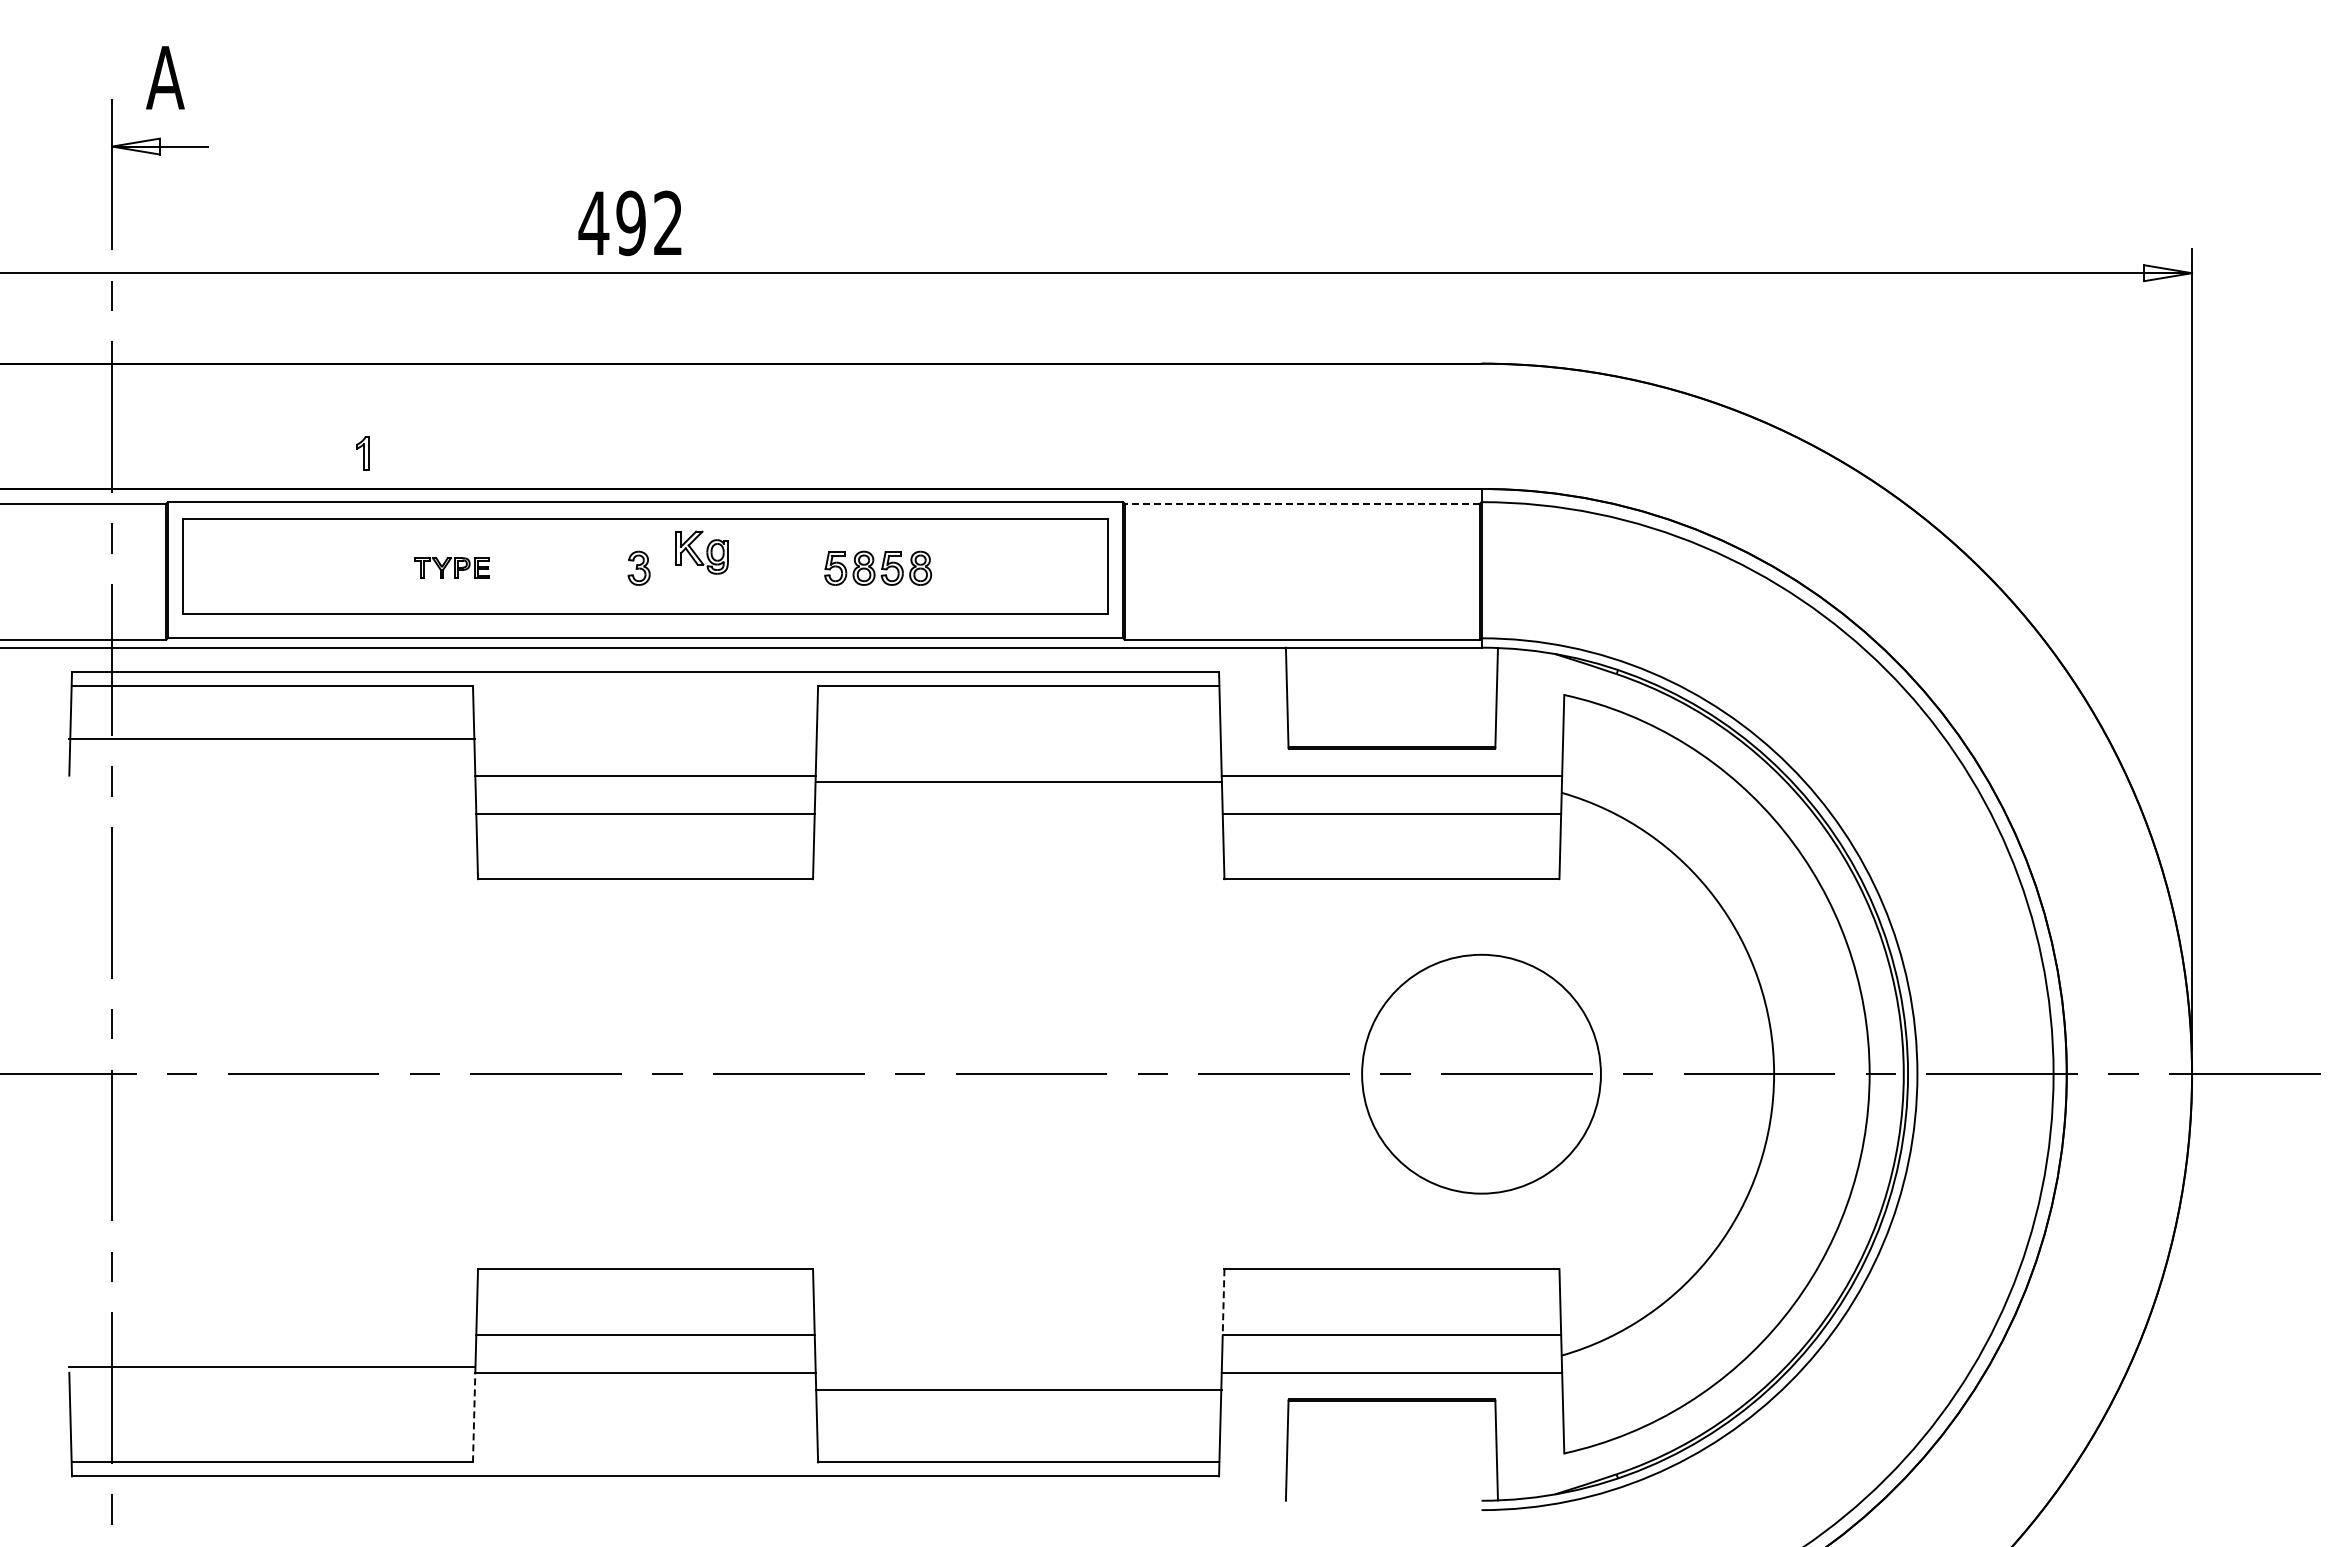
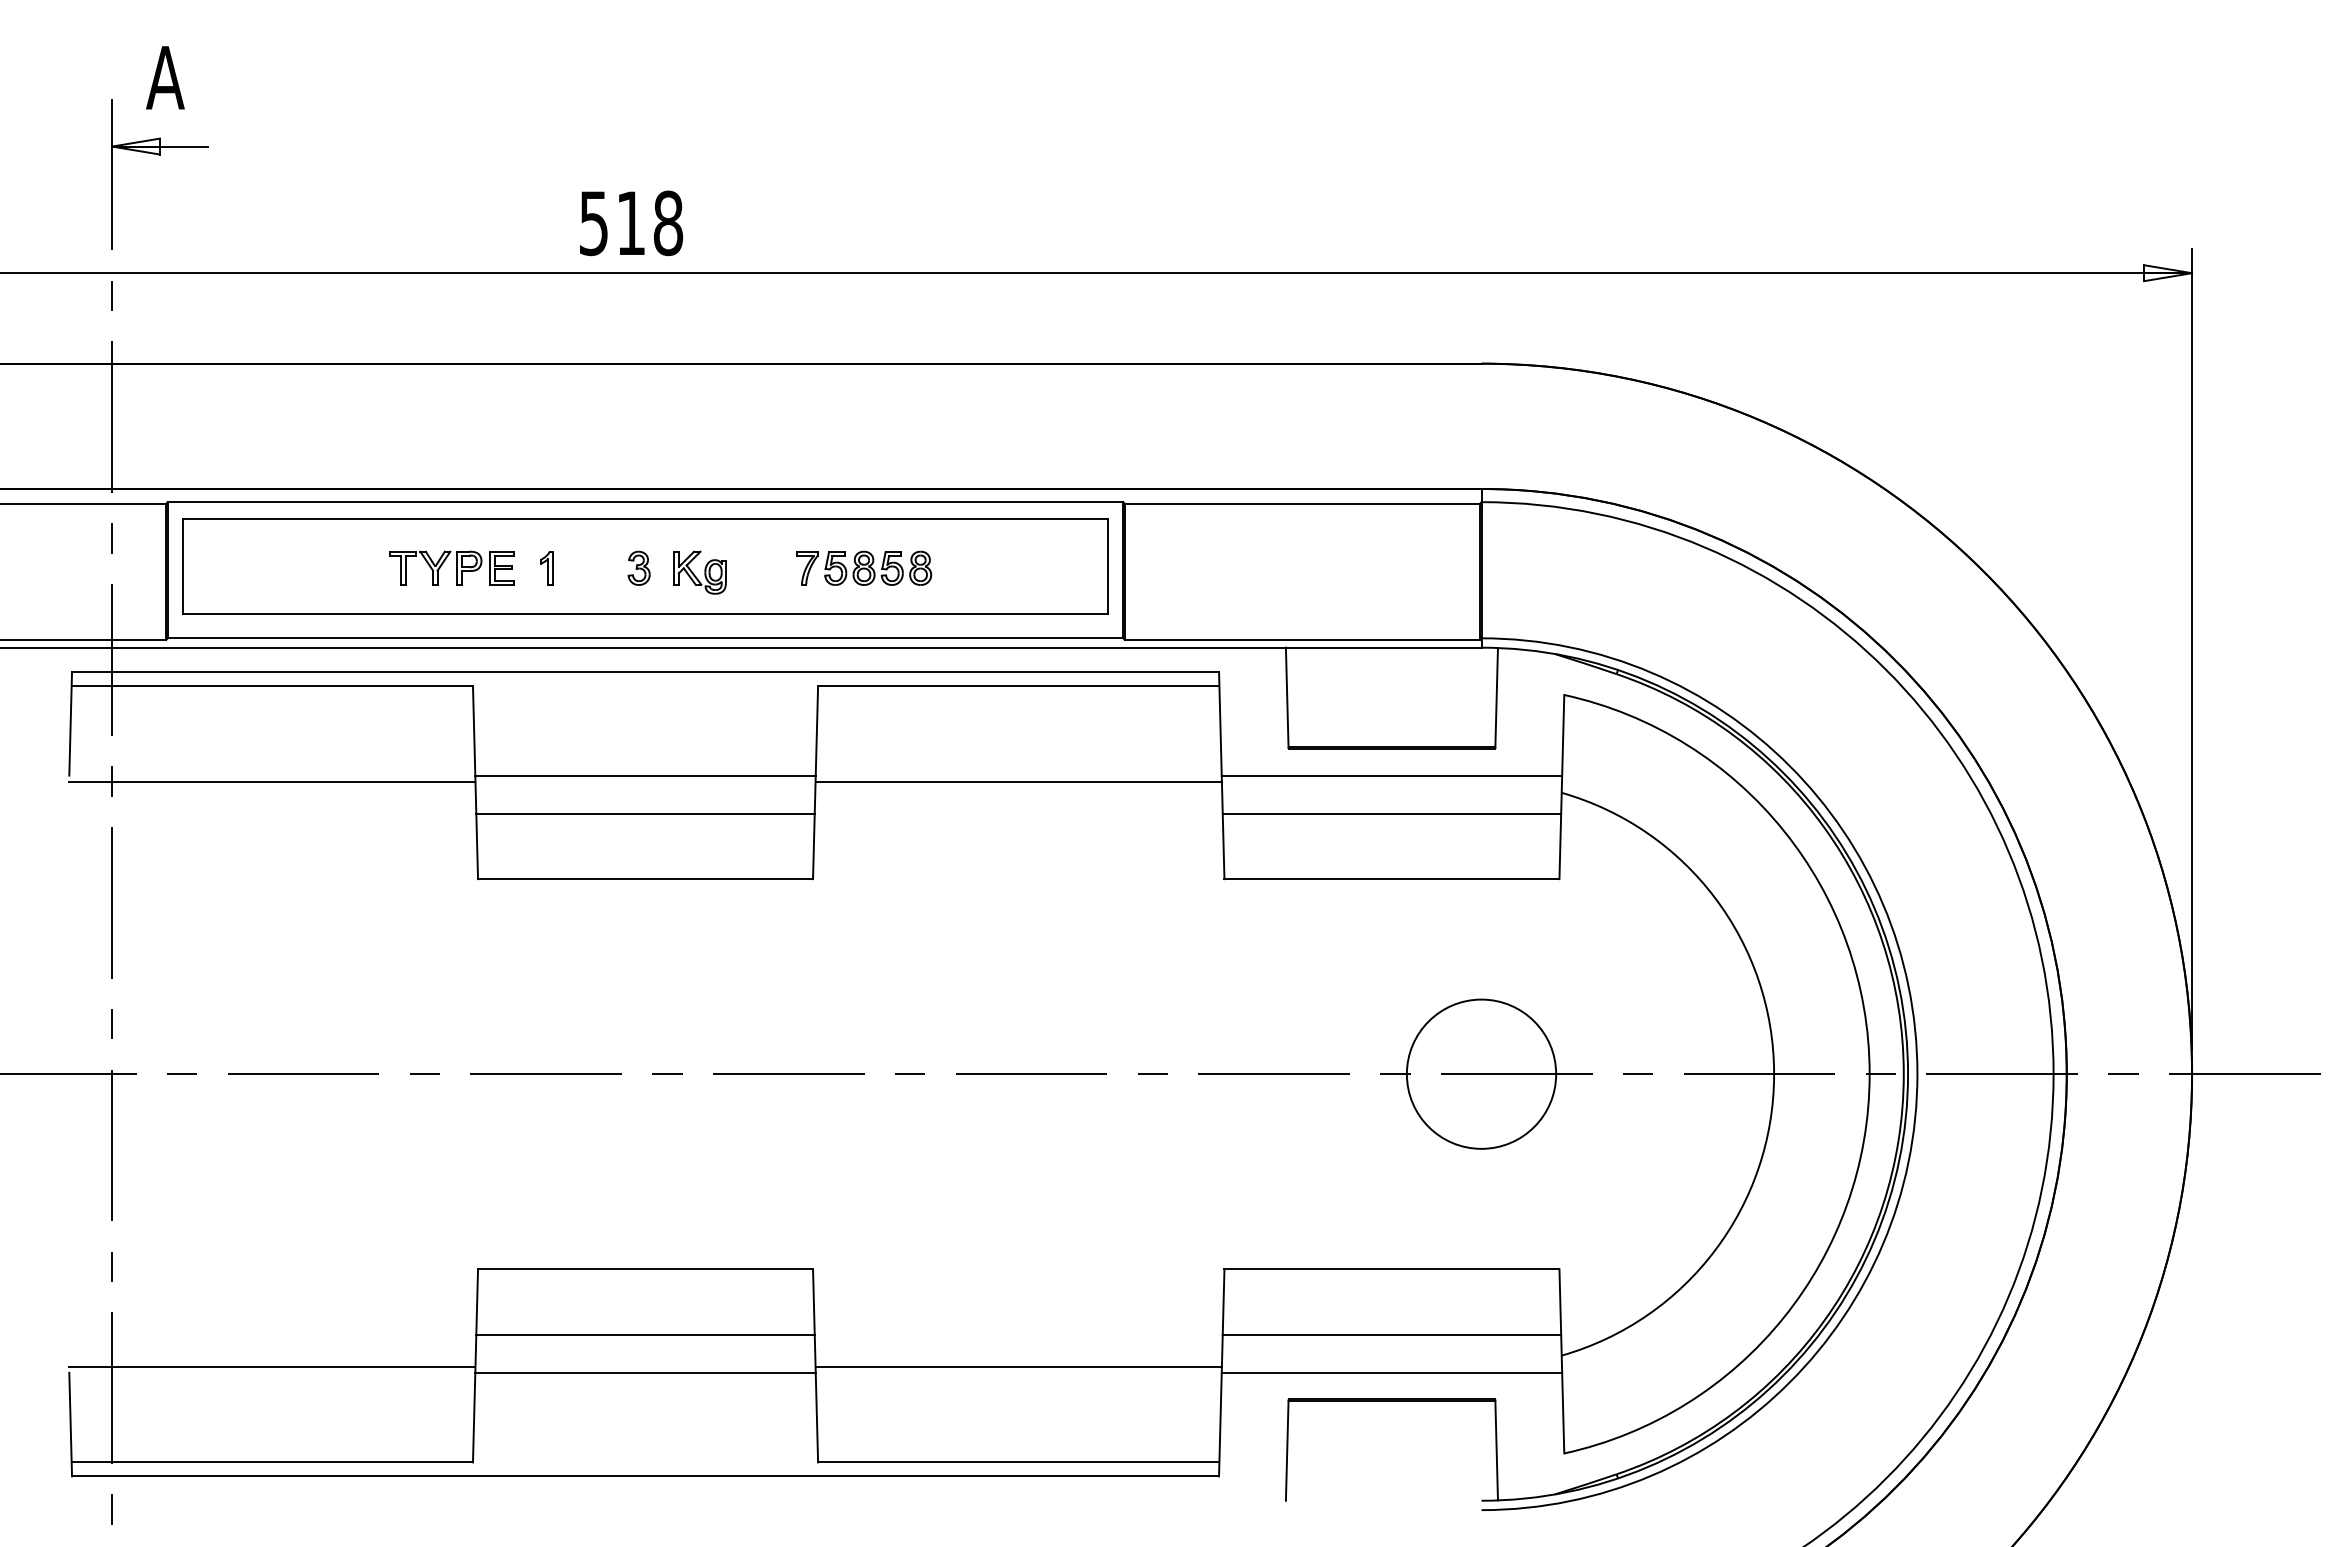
text at (630, 223): 492 -> 518
part at (362, 453) position: (362, 453) -> (546, 568)
line at (1302, 503): dashed -> solid
part at (701, 552) position: (701, 552) -> (699, 572)
part at (451, 567) size: 76x22 px -> 126x36 px
part at (807, 568): none -> present
line at (272, 738) position: (272, 738) -> (272, 781)
circle at (1481, 1073) diameter: 239 px -> 149 px
line at (1223, 1301): dashed -> solid
line at (1018, 1389) position: (1018, 1389) -> (1018, 1366)
line at (474, 1417): dashed -> solid
